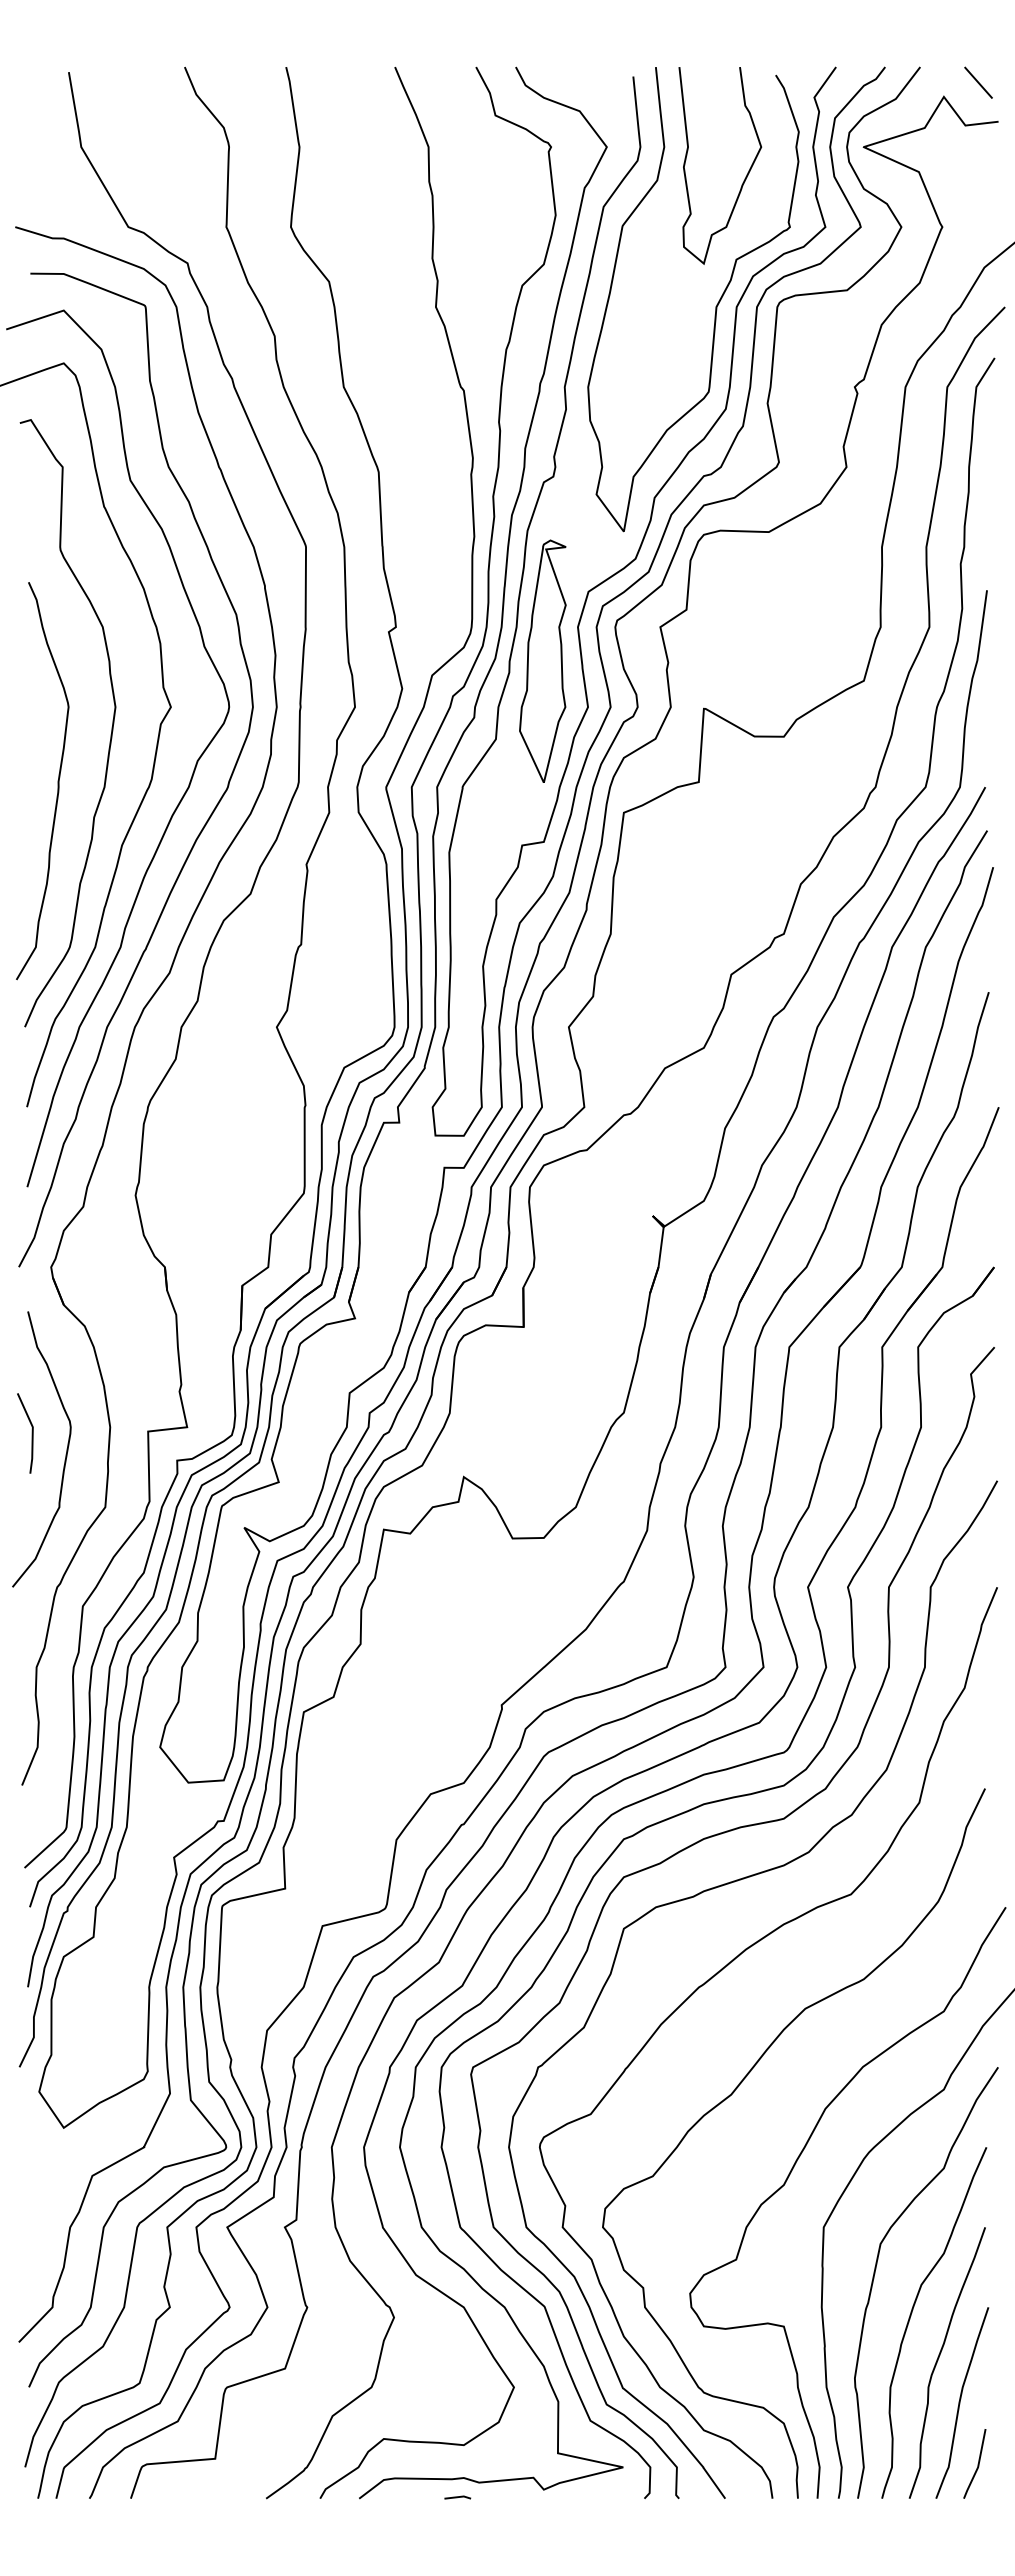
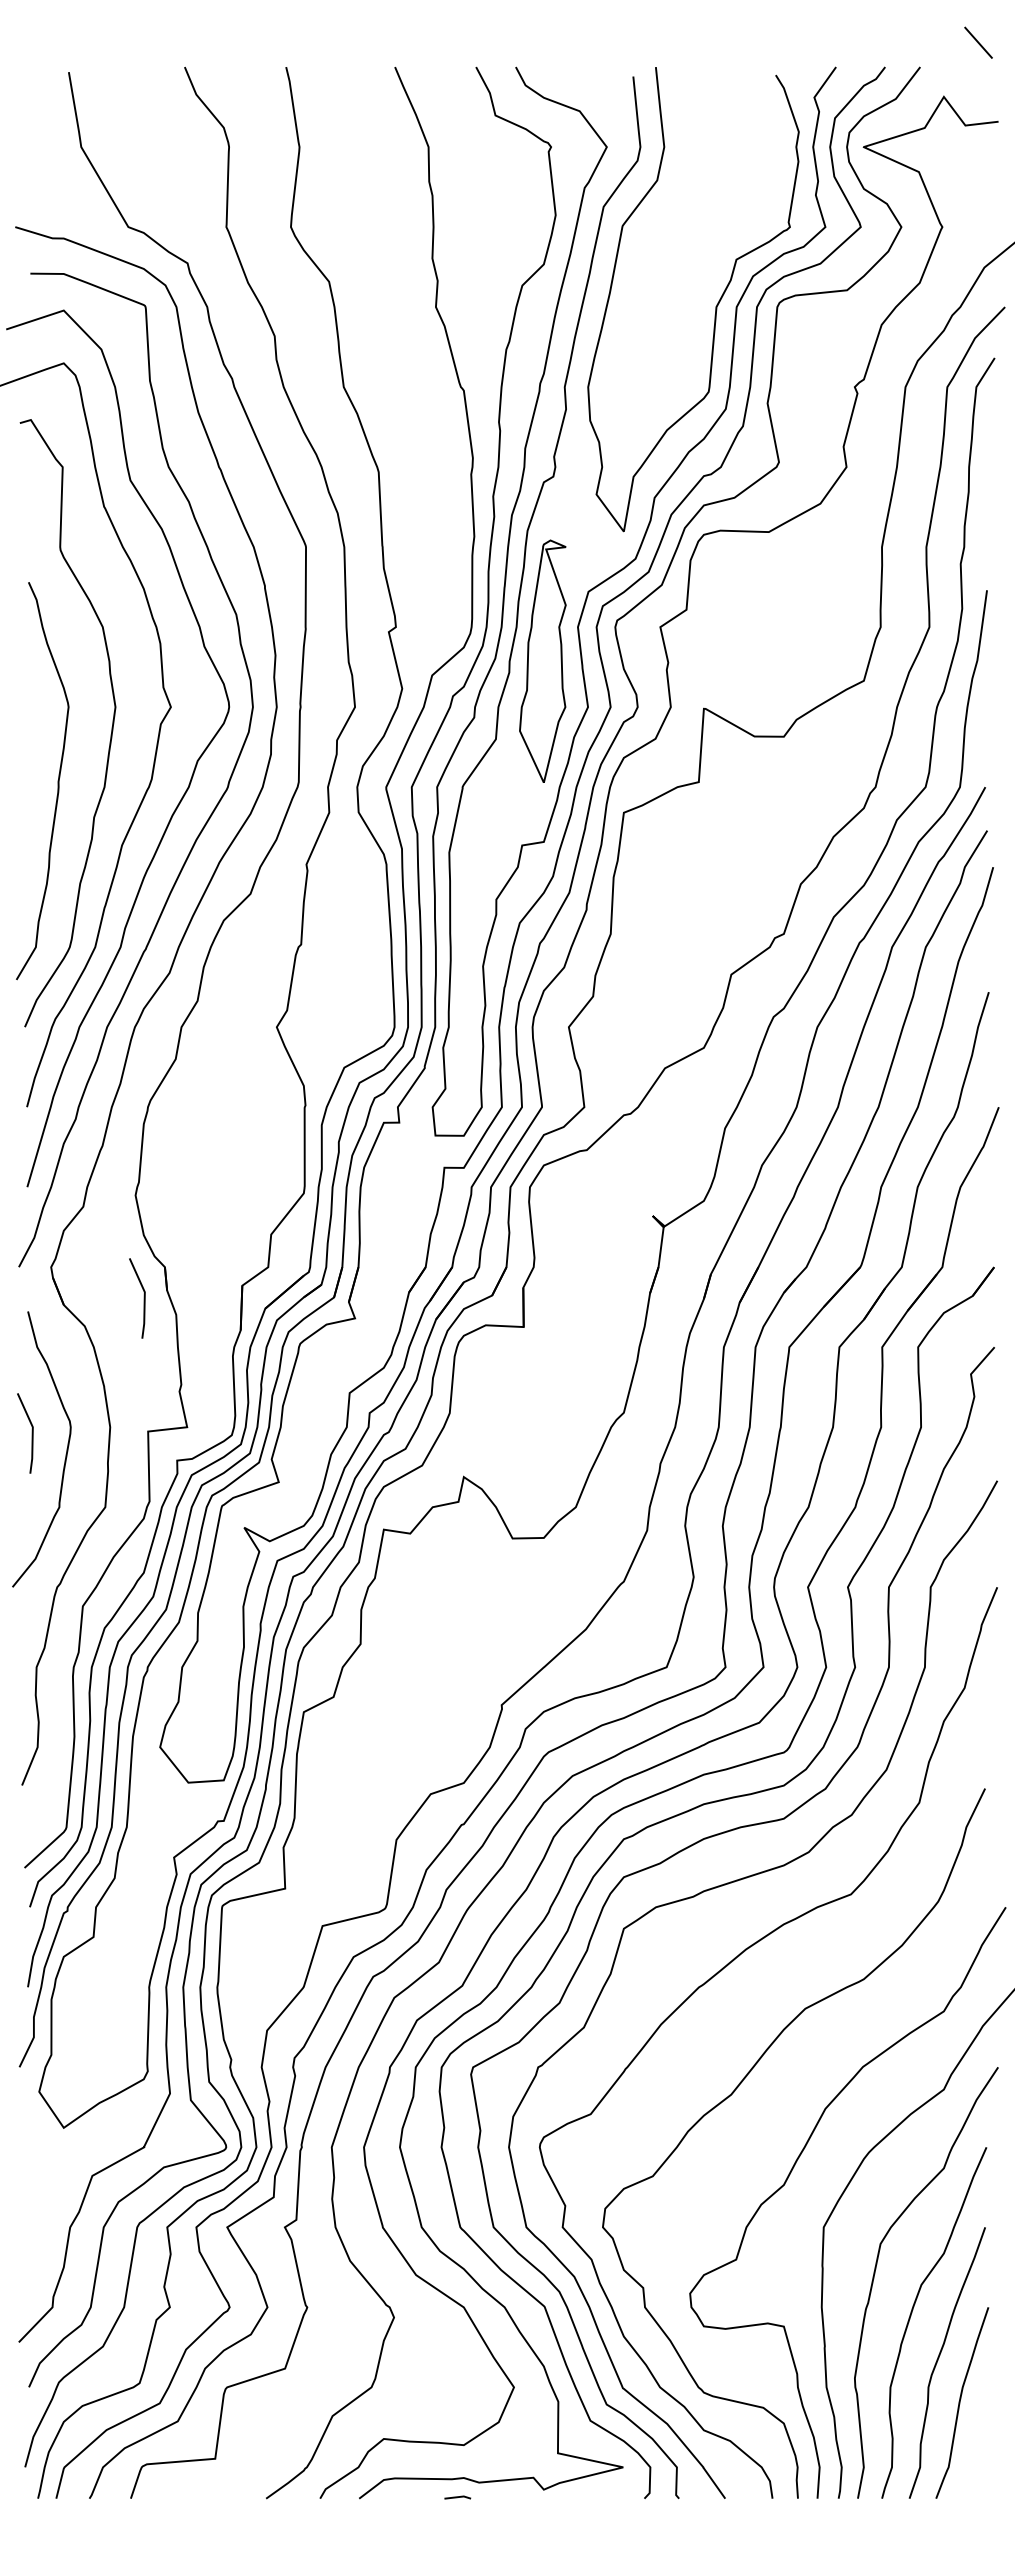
line at (978, 82) position: (978, 82) -> (978, 42)
curve at (744, 178): present -> none
line at (143, 1298): none -> present
line at (977, 2464): present -> none
